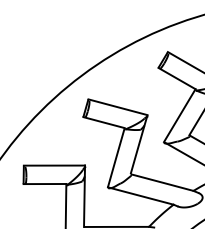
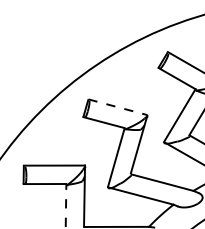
line at (117, 107): solid -> dashed
line at (66, 205): solid -> dashed
